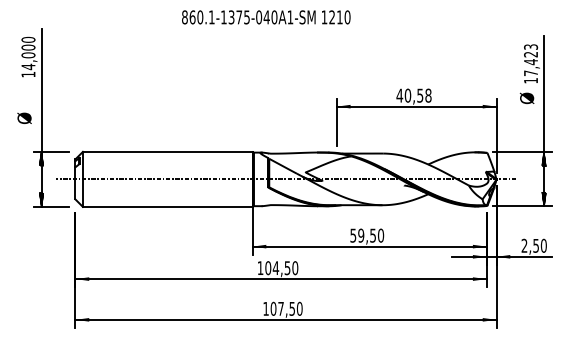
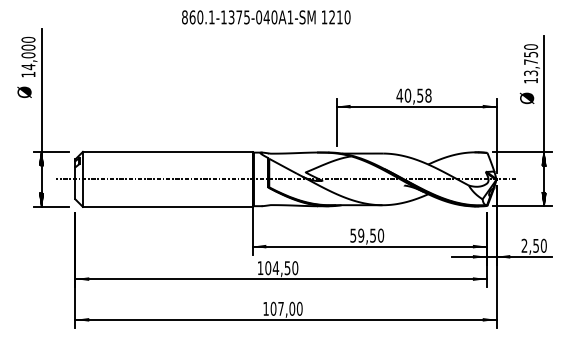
text at (531, 60): 17,423 -> 13,750
text at (24, 117) position: (24, 117) -> (24, 91)
text at (292, 308): 107,50 -> 107,00
